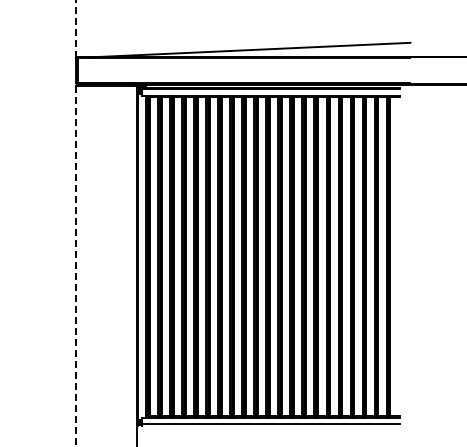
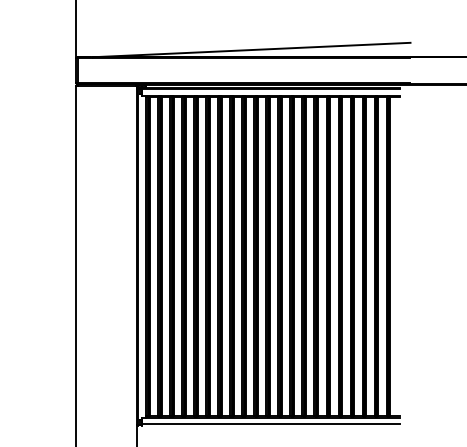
line at (76, 29): dashed -> solid
line at (76, 266): dashed -> solid
